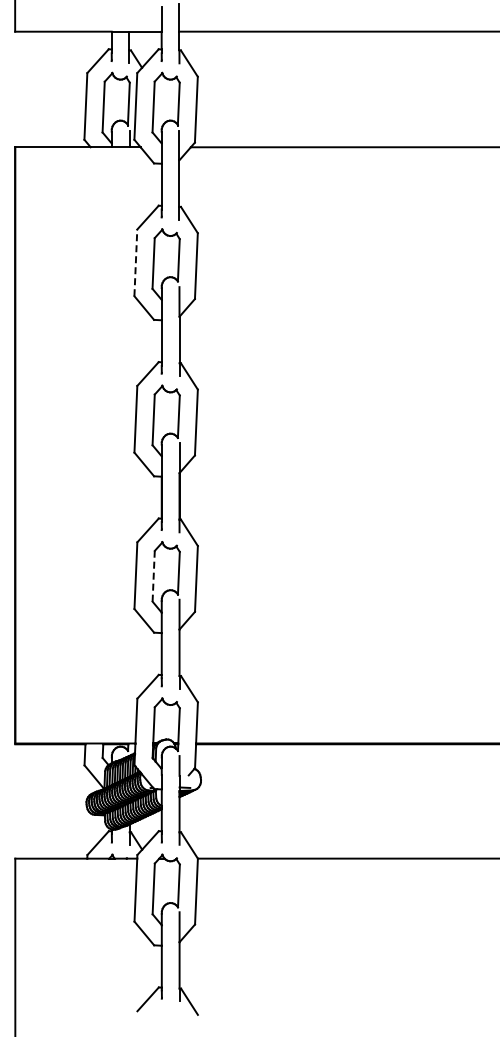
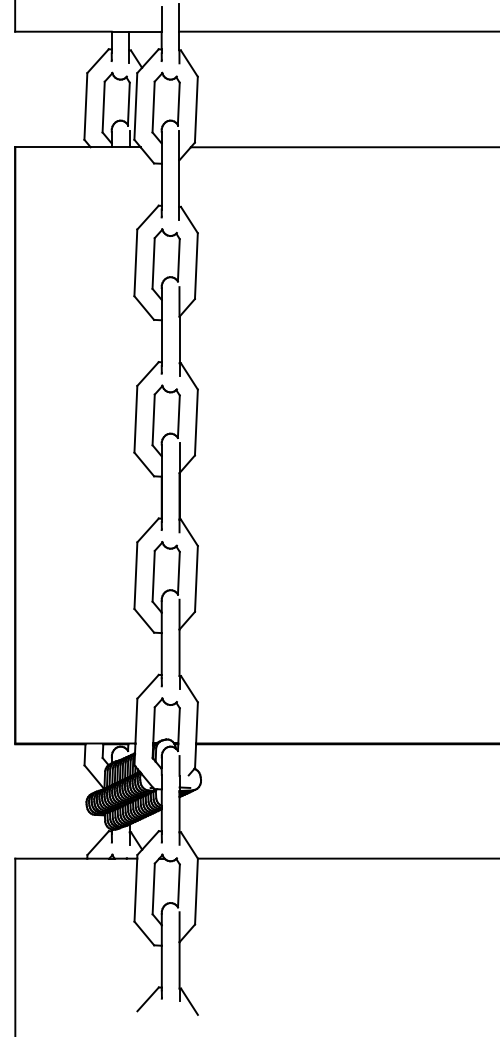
line at (135, 262): dashed -> solid
line at (153, 575): dashed -> solid
